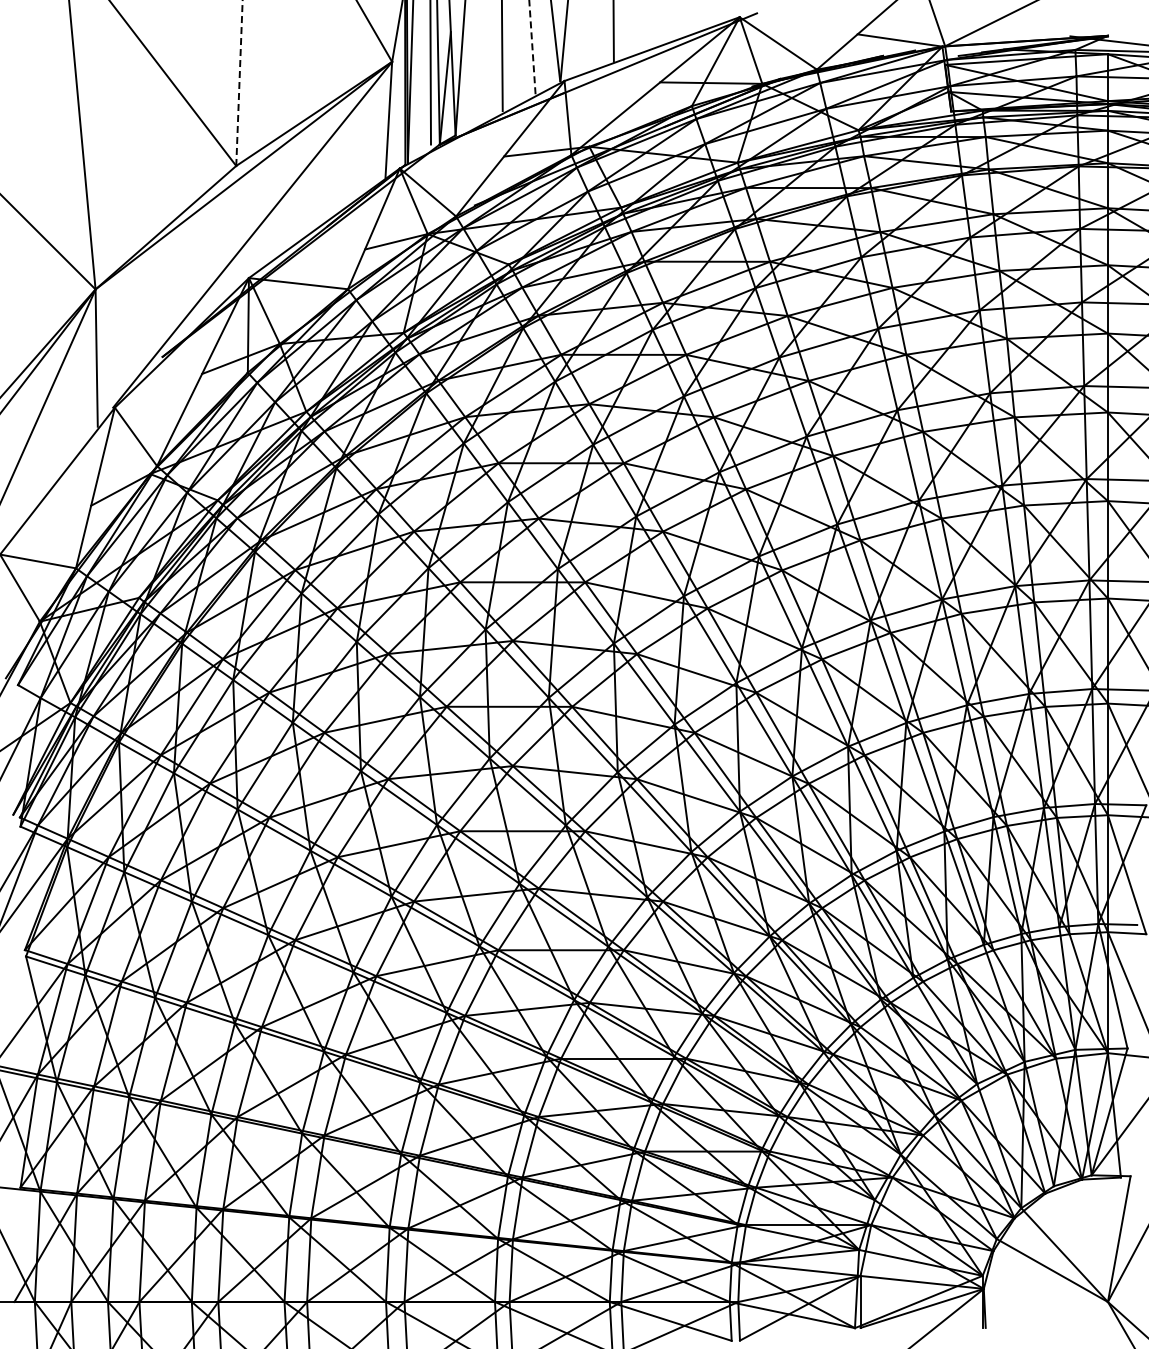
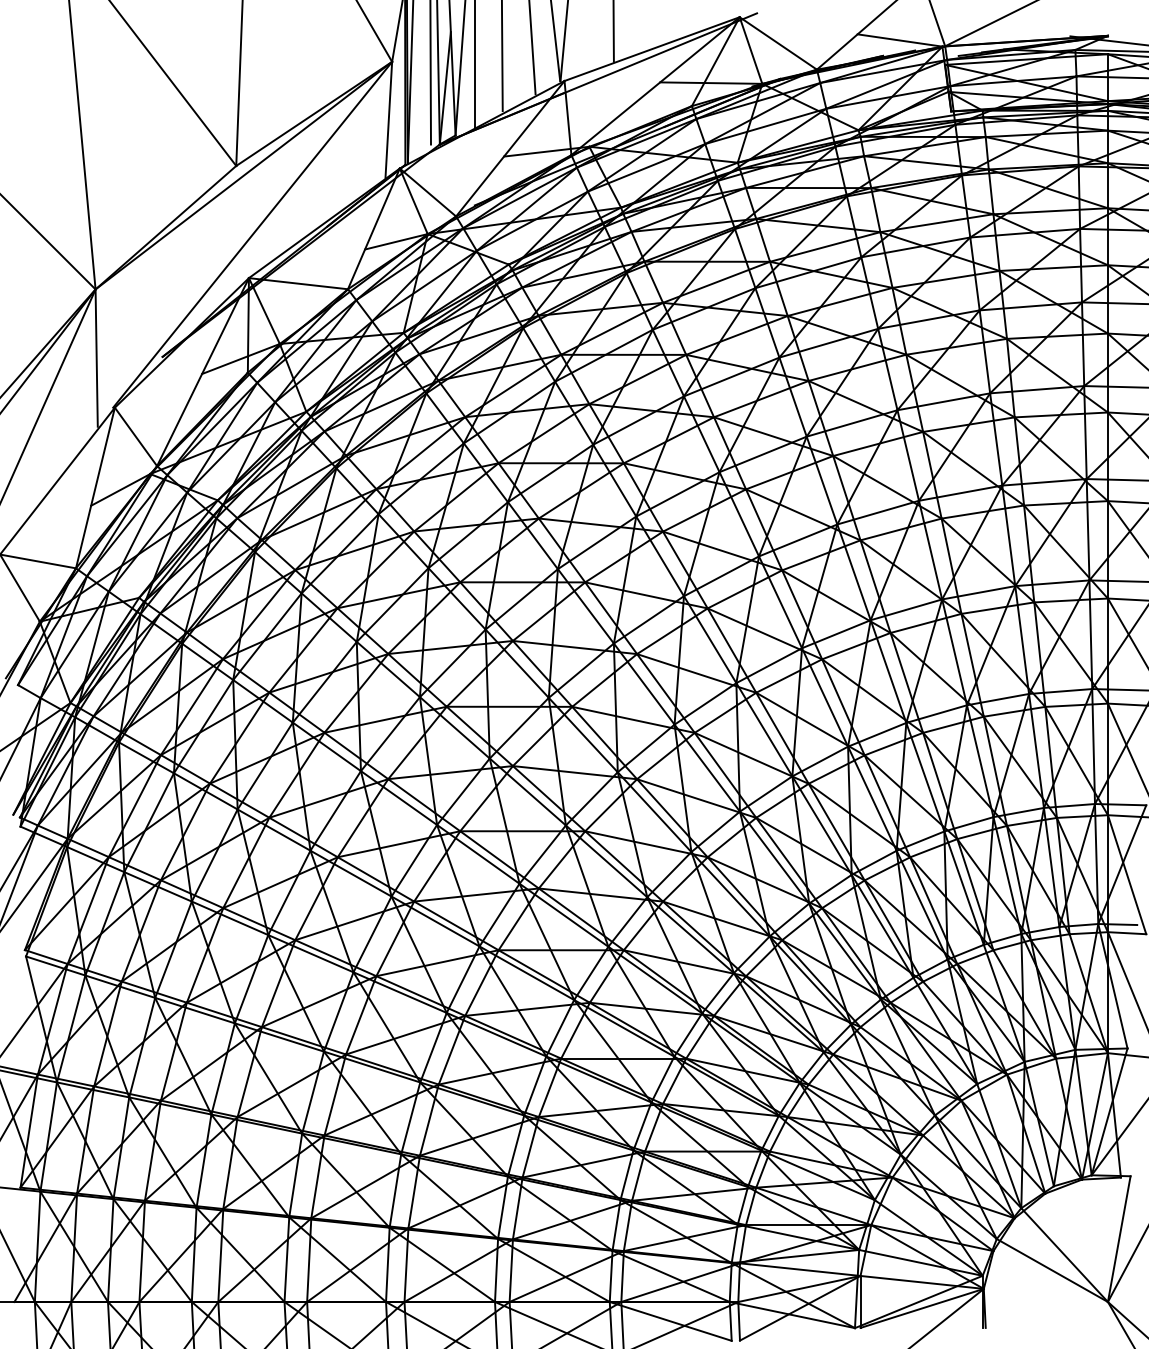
line at (532, 47): dashed -> solid
line at (474, 65): none -> present
line at (239, 83): dashed -> solid
